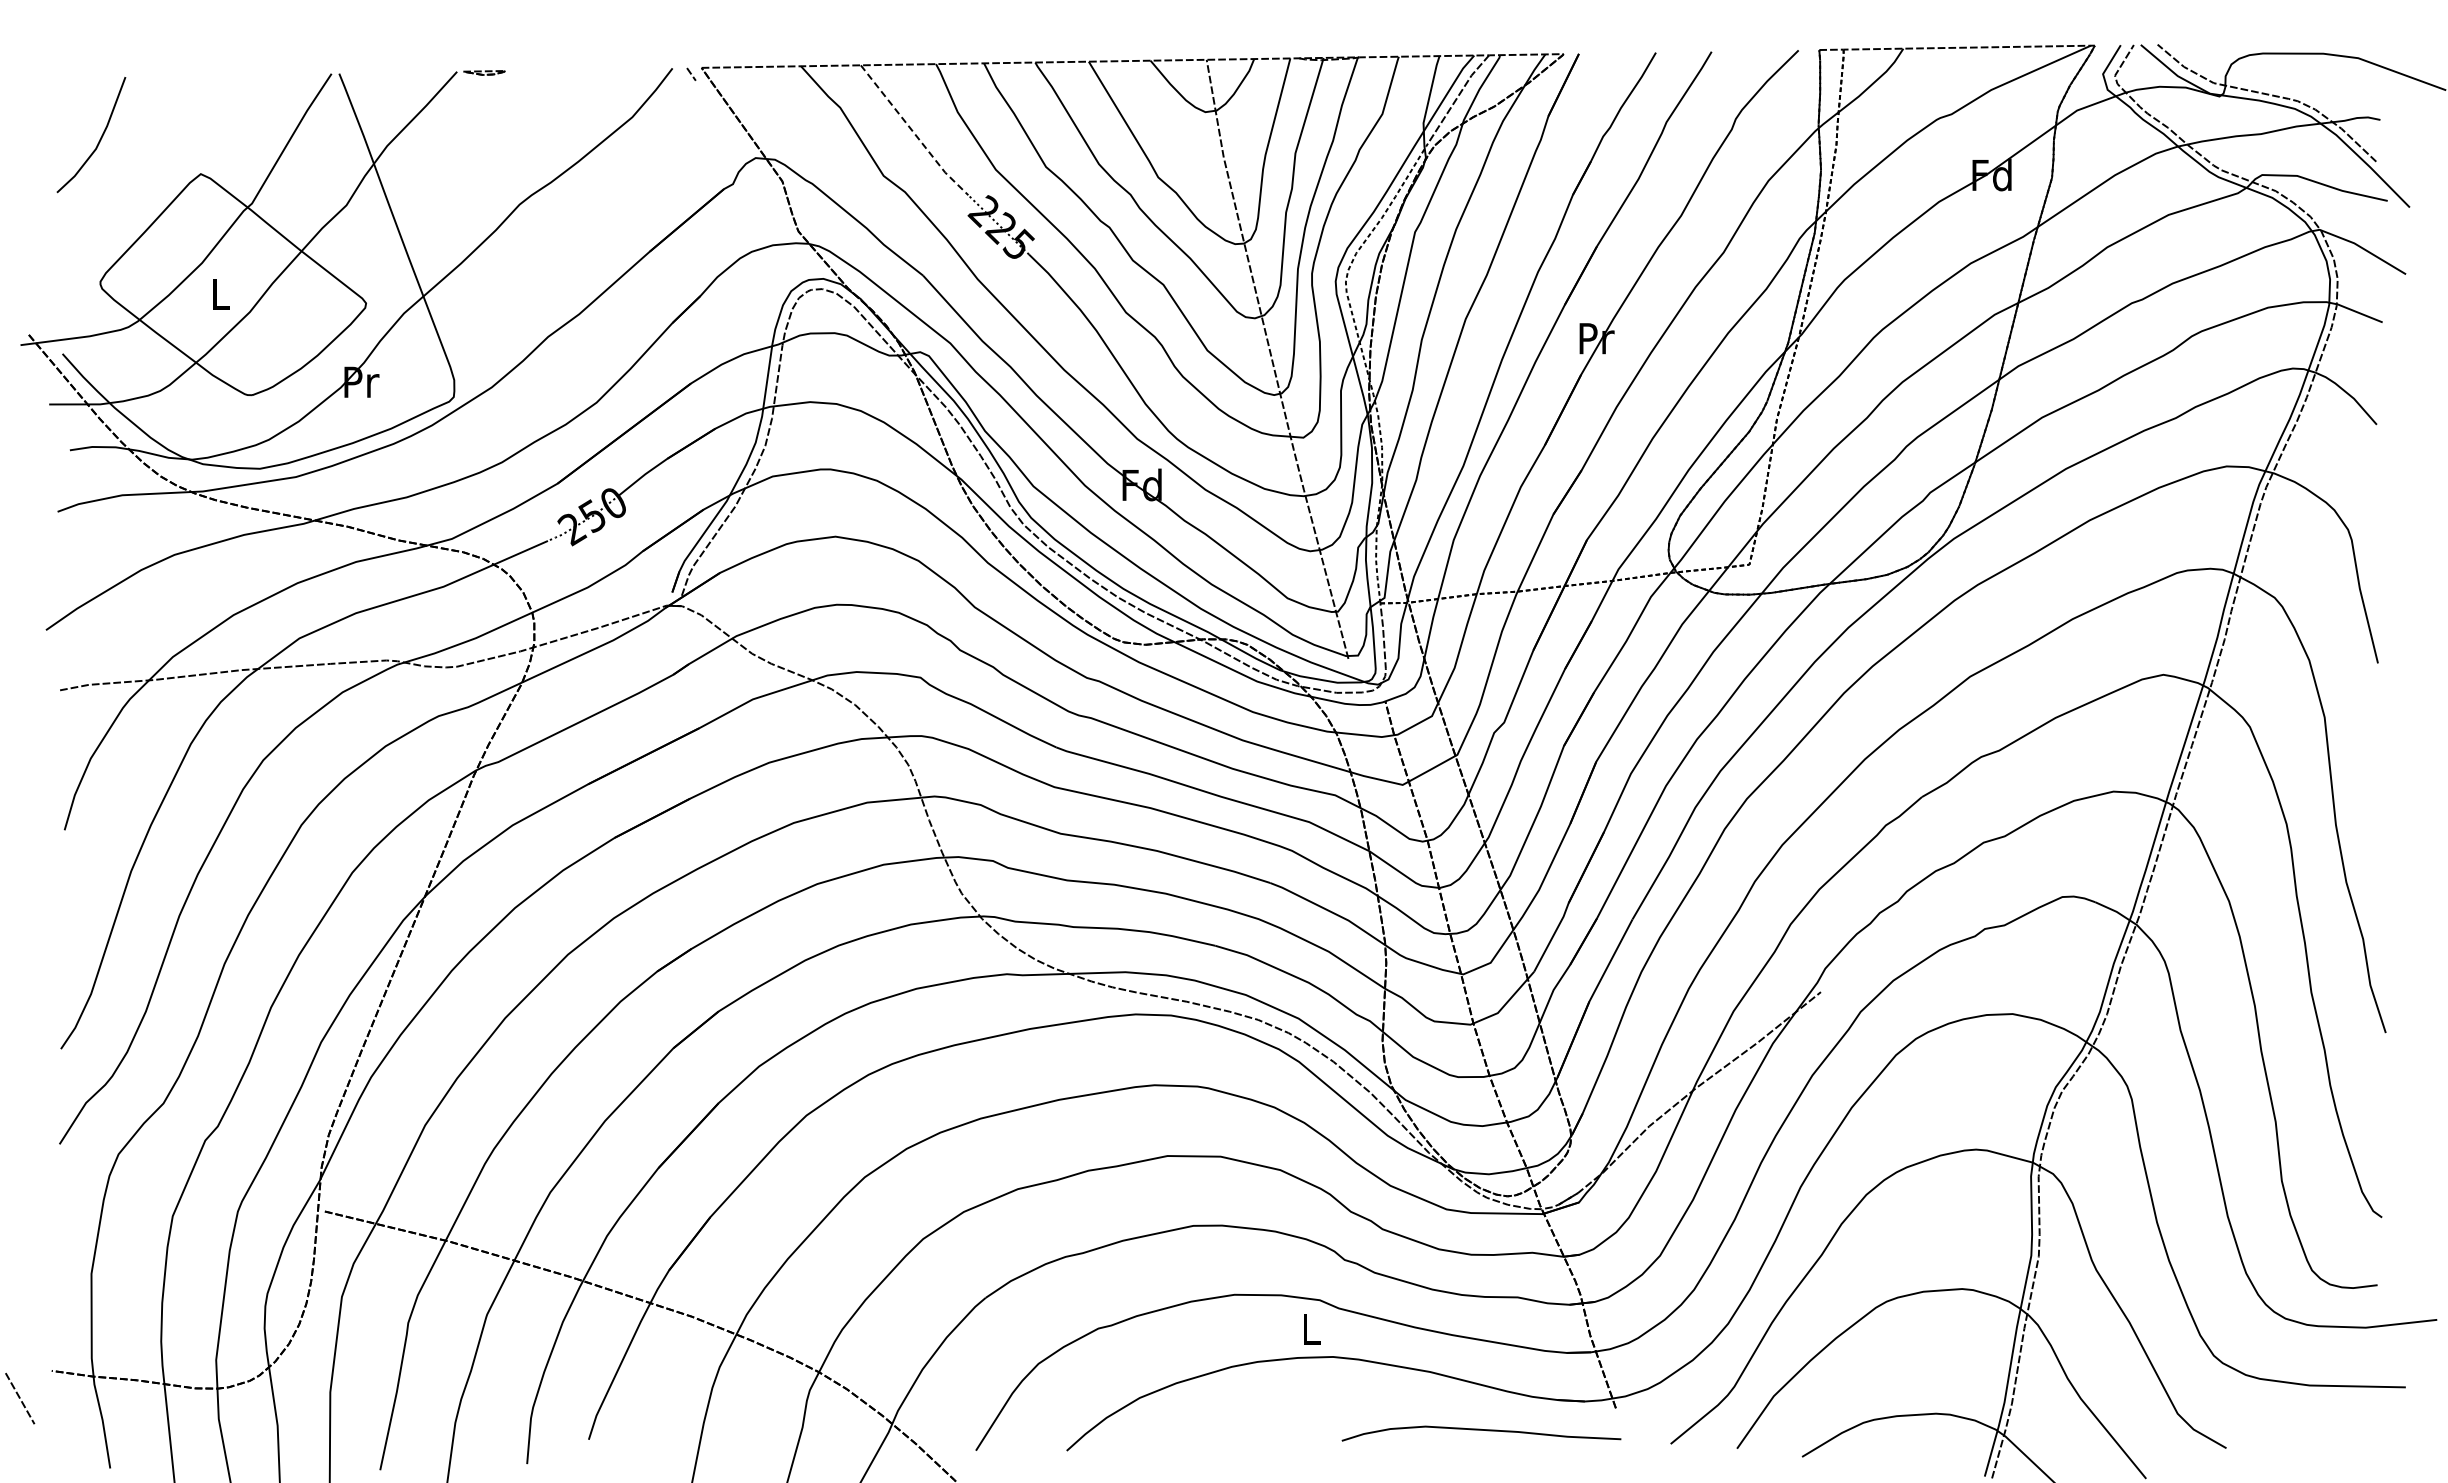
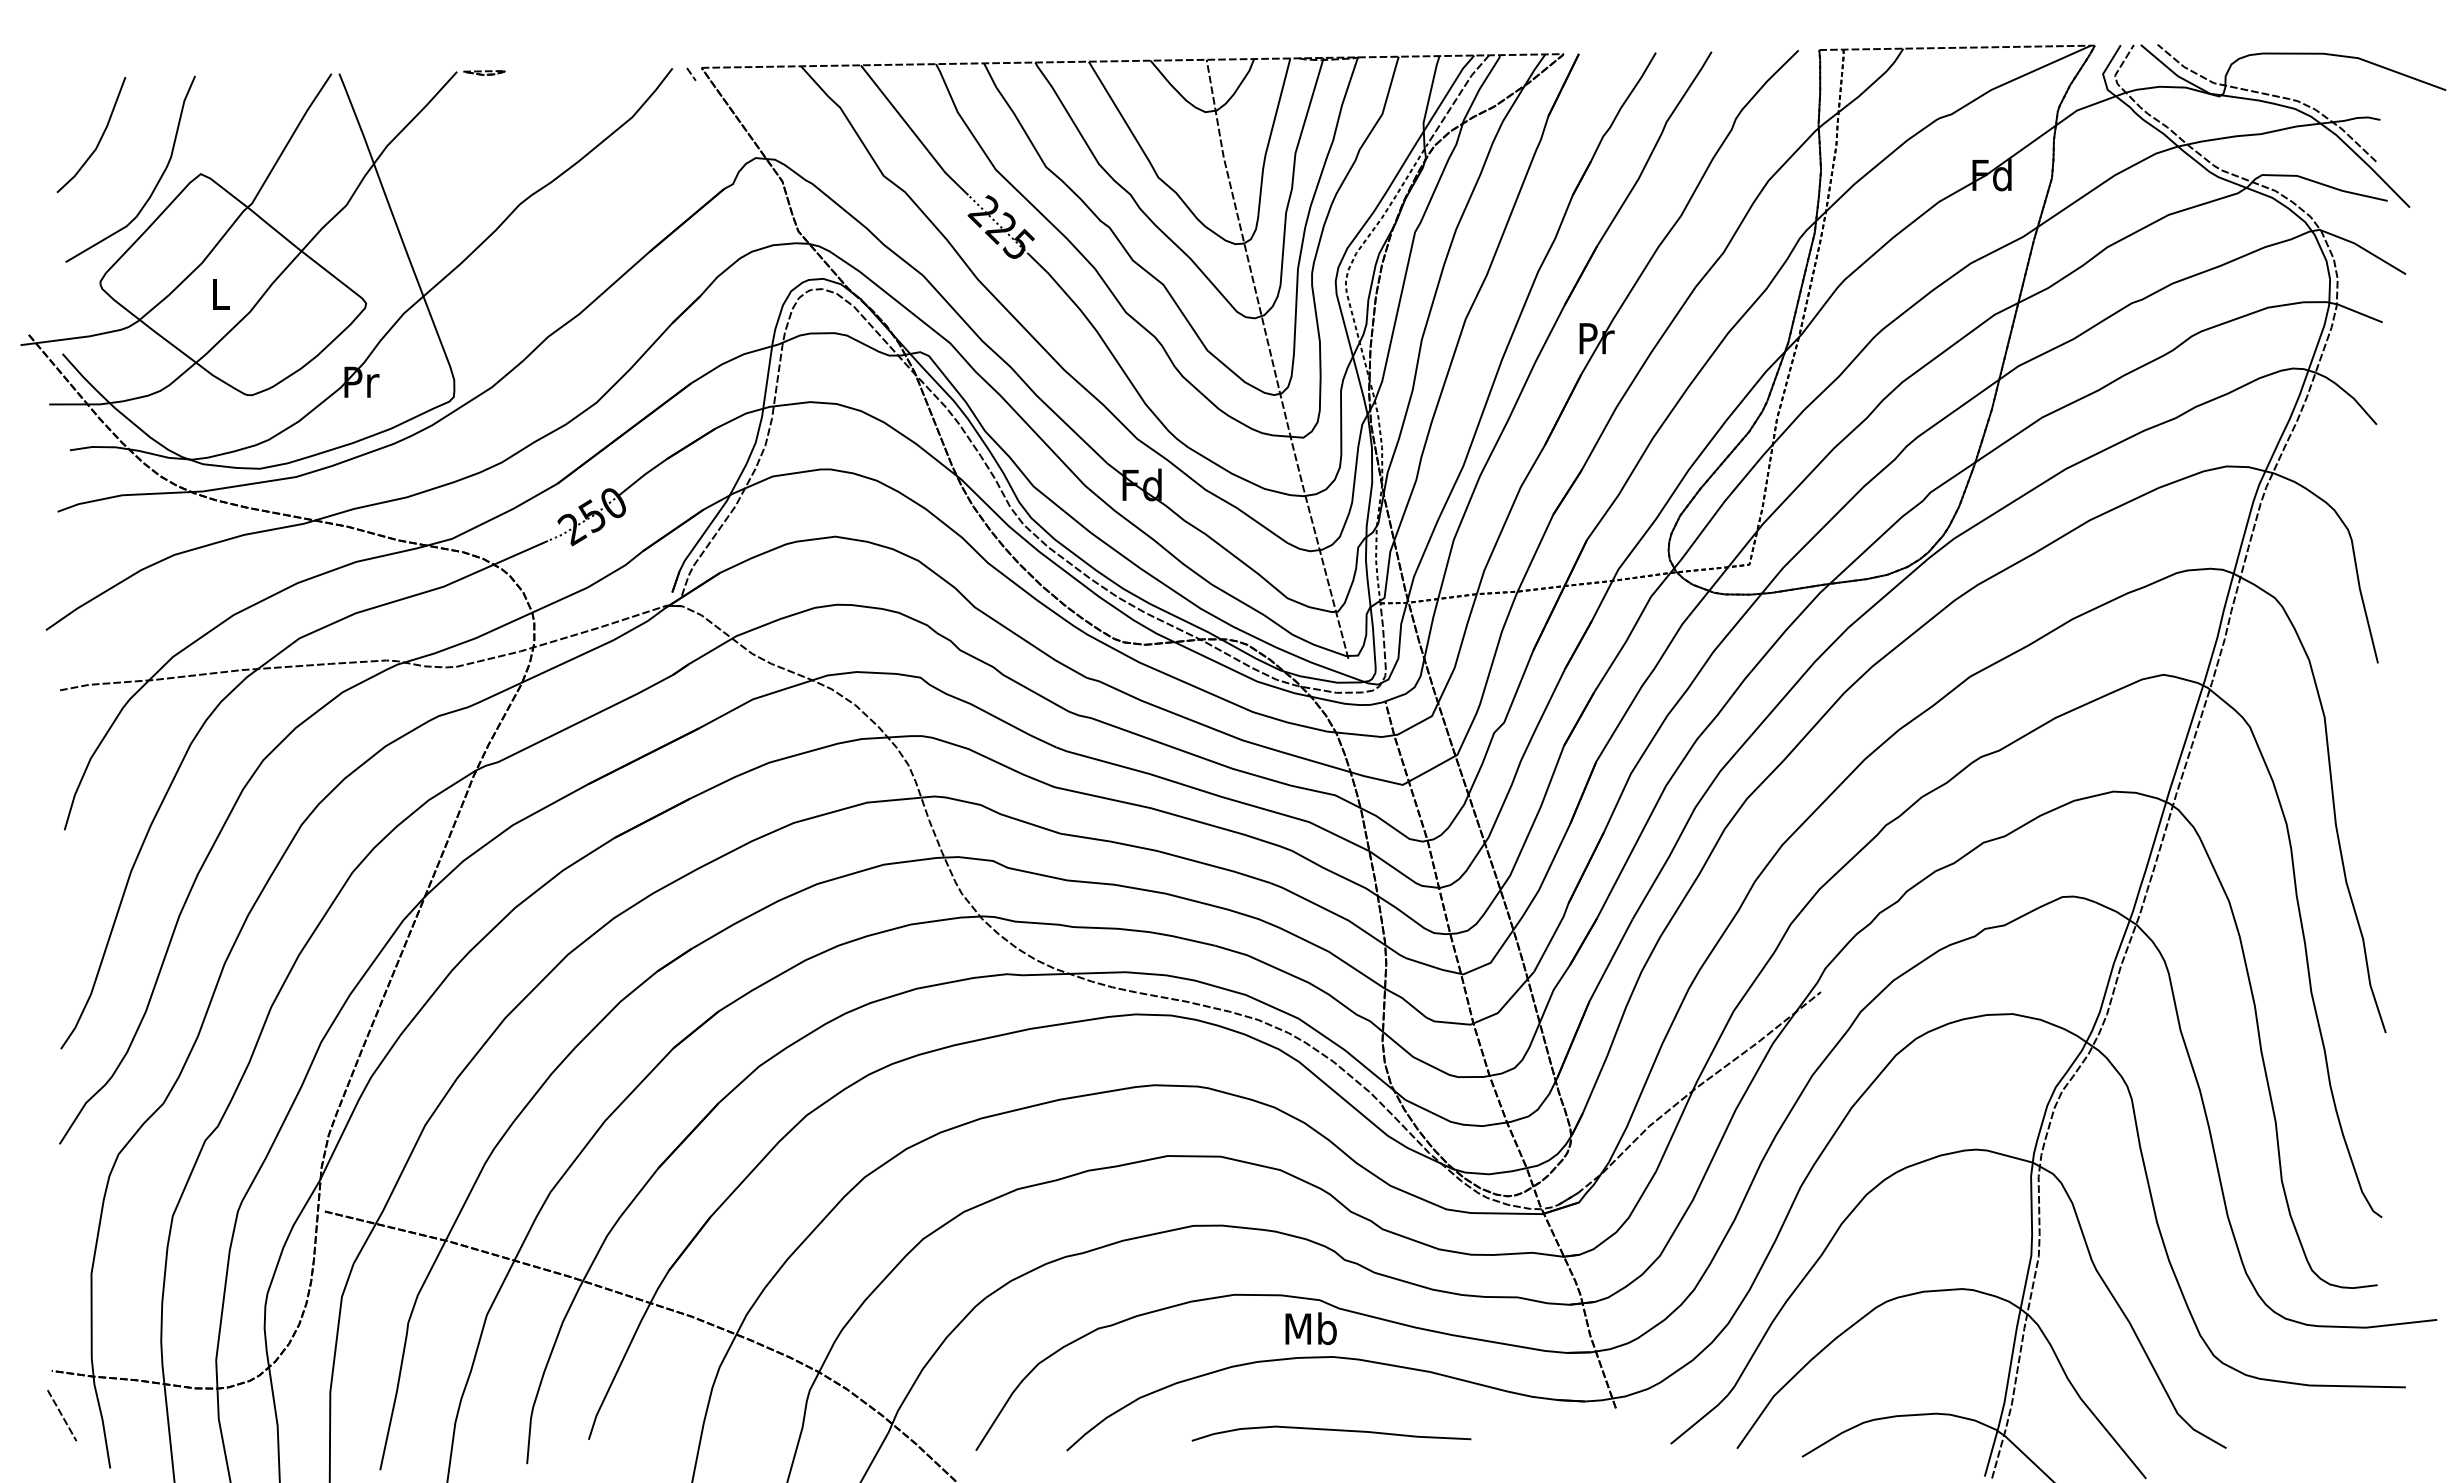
line at (913, 132): dashed -> solid
curve at (157, 181): none -> present
text at (1310, 1328): L -> Mb
line at (20, 1398) position: (20, 1398) -> (62, 1415)
curve at (1481, 1430) position: (1481, 1430) -> (1331, 1430)
